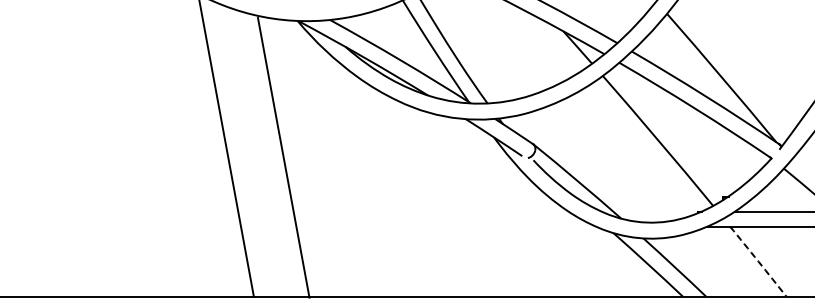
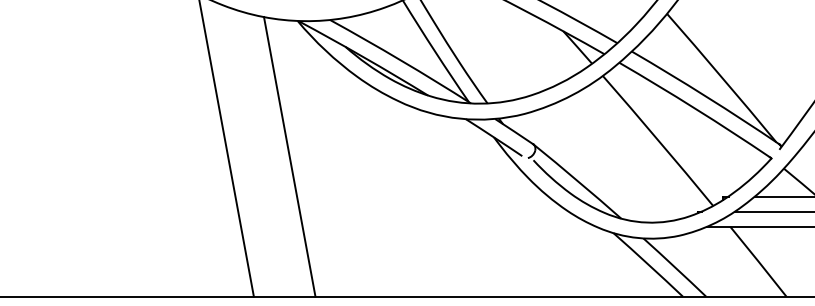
line at (283, 157) position: (283, 157) -> (289, 156)
line at (782, 196): none -> present
line at (758, 261): dashed -> solid
